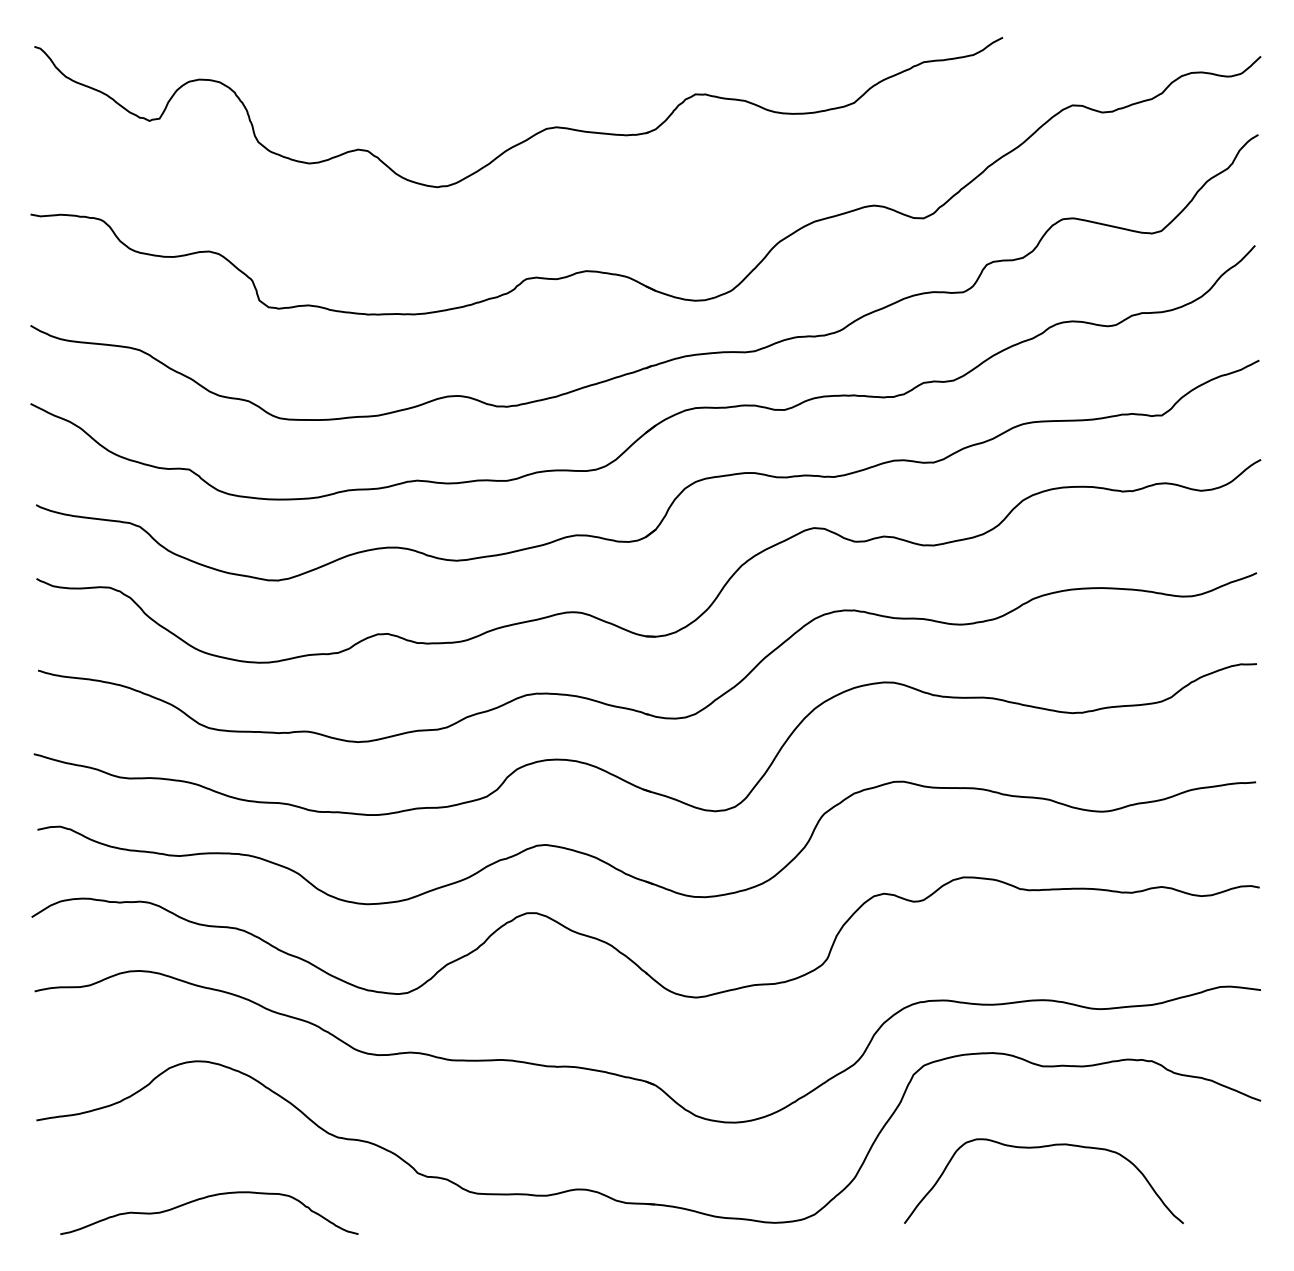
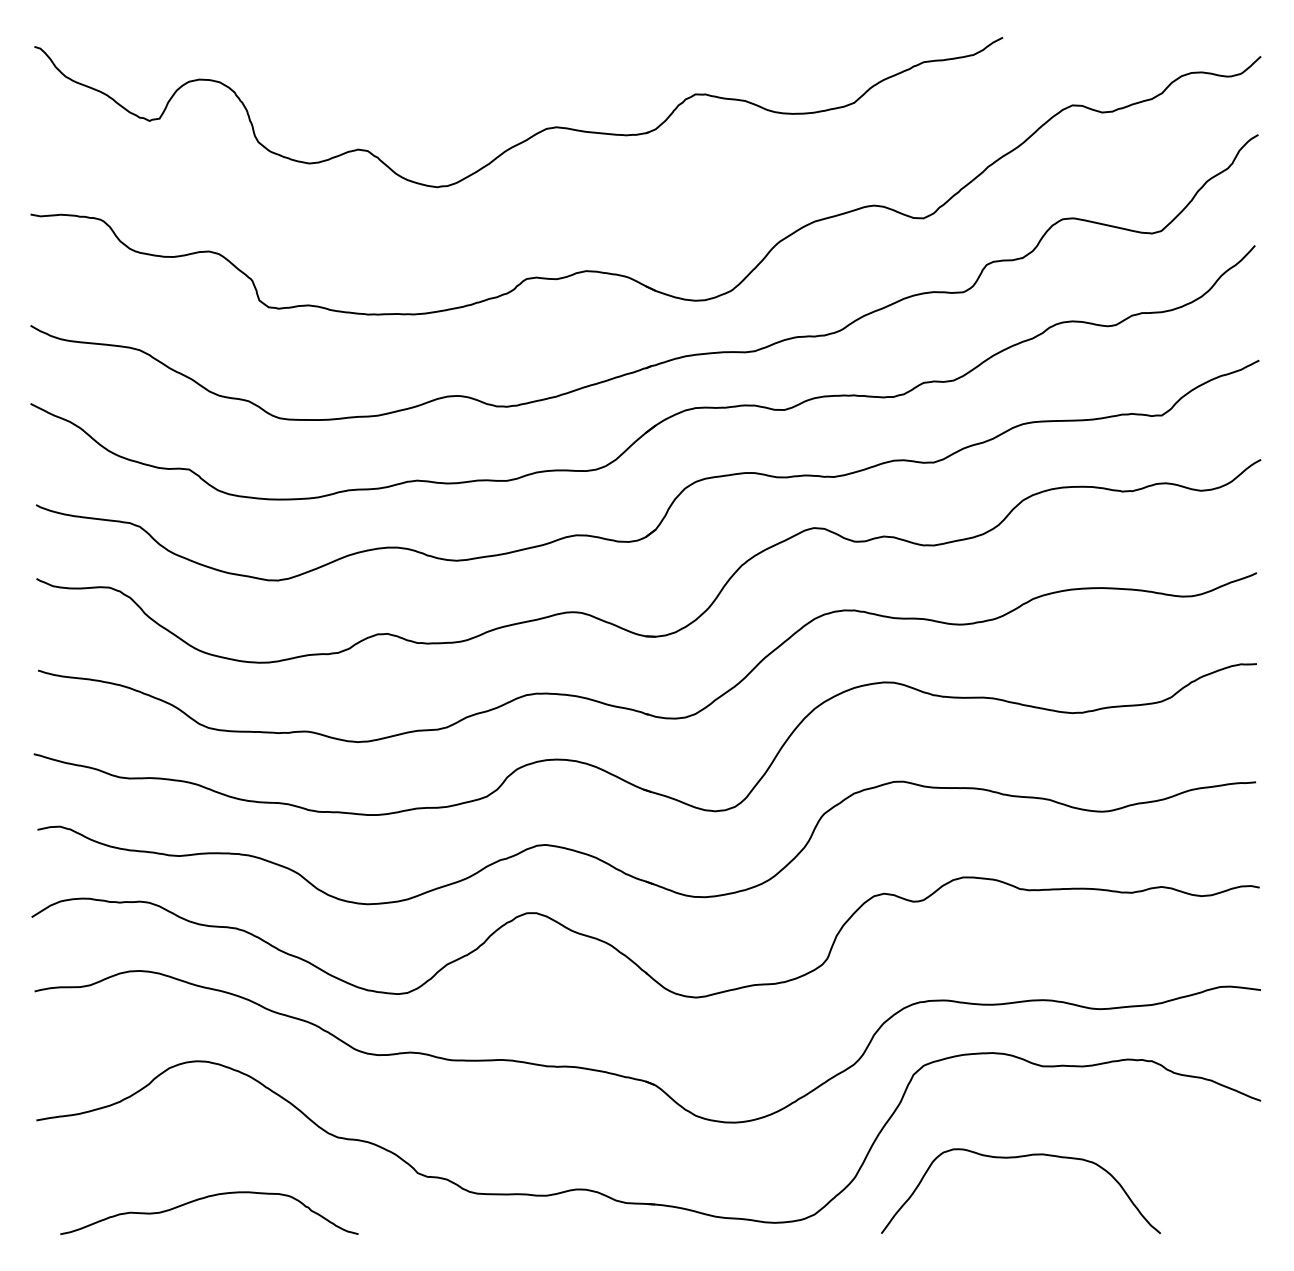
curve at (1039, 1148) position: (1039, 1148) -> (1016, 1158)
